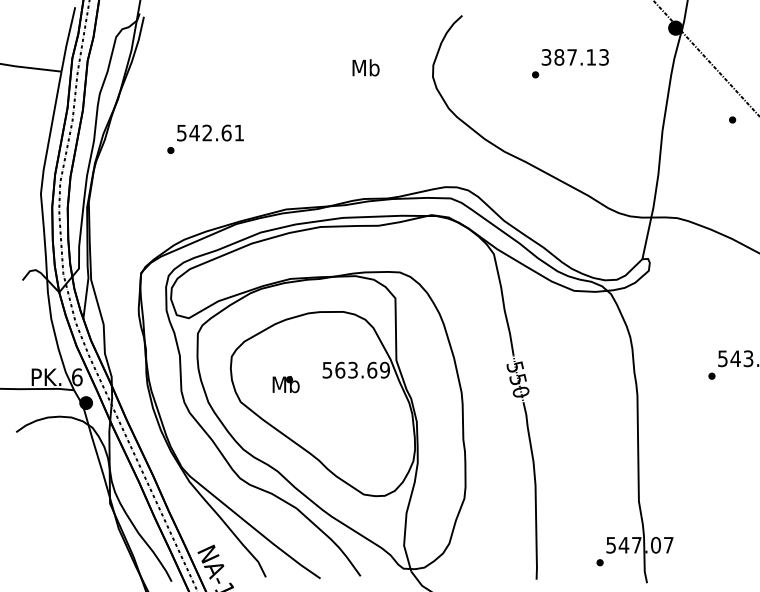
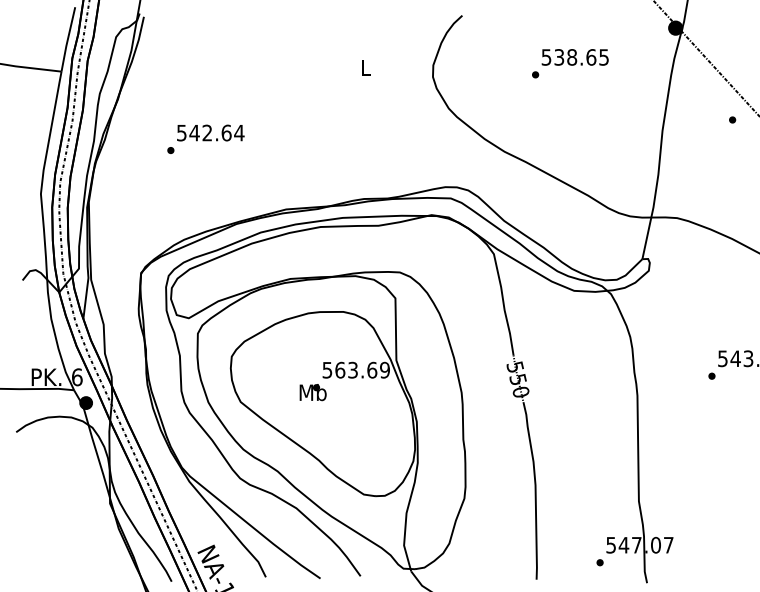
text at (575, 57): 387.13 -> 538.65
text at (365, 67): Mb -> L
text at (239, 133): 542.61 -> 542.64
text at (285, 384) position: (285, 384) -> (312, 392)
